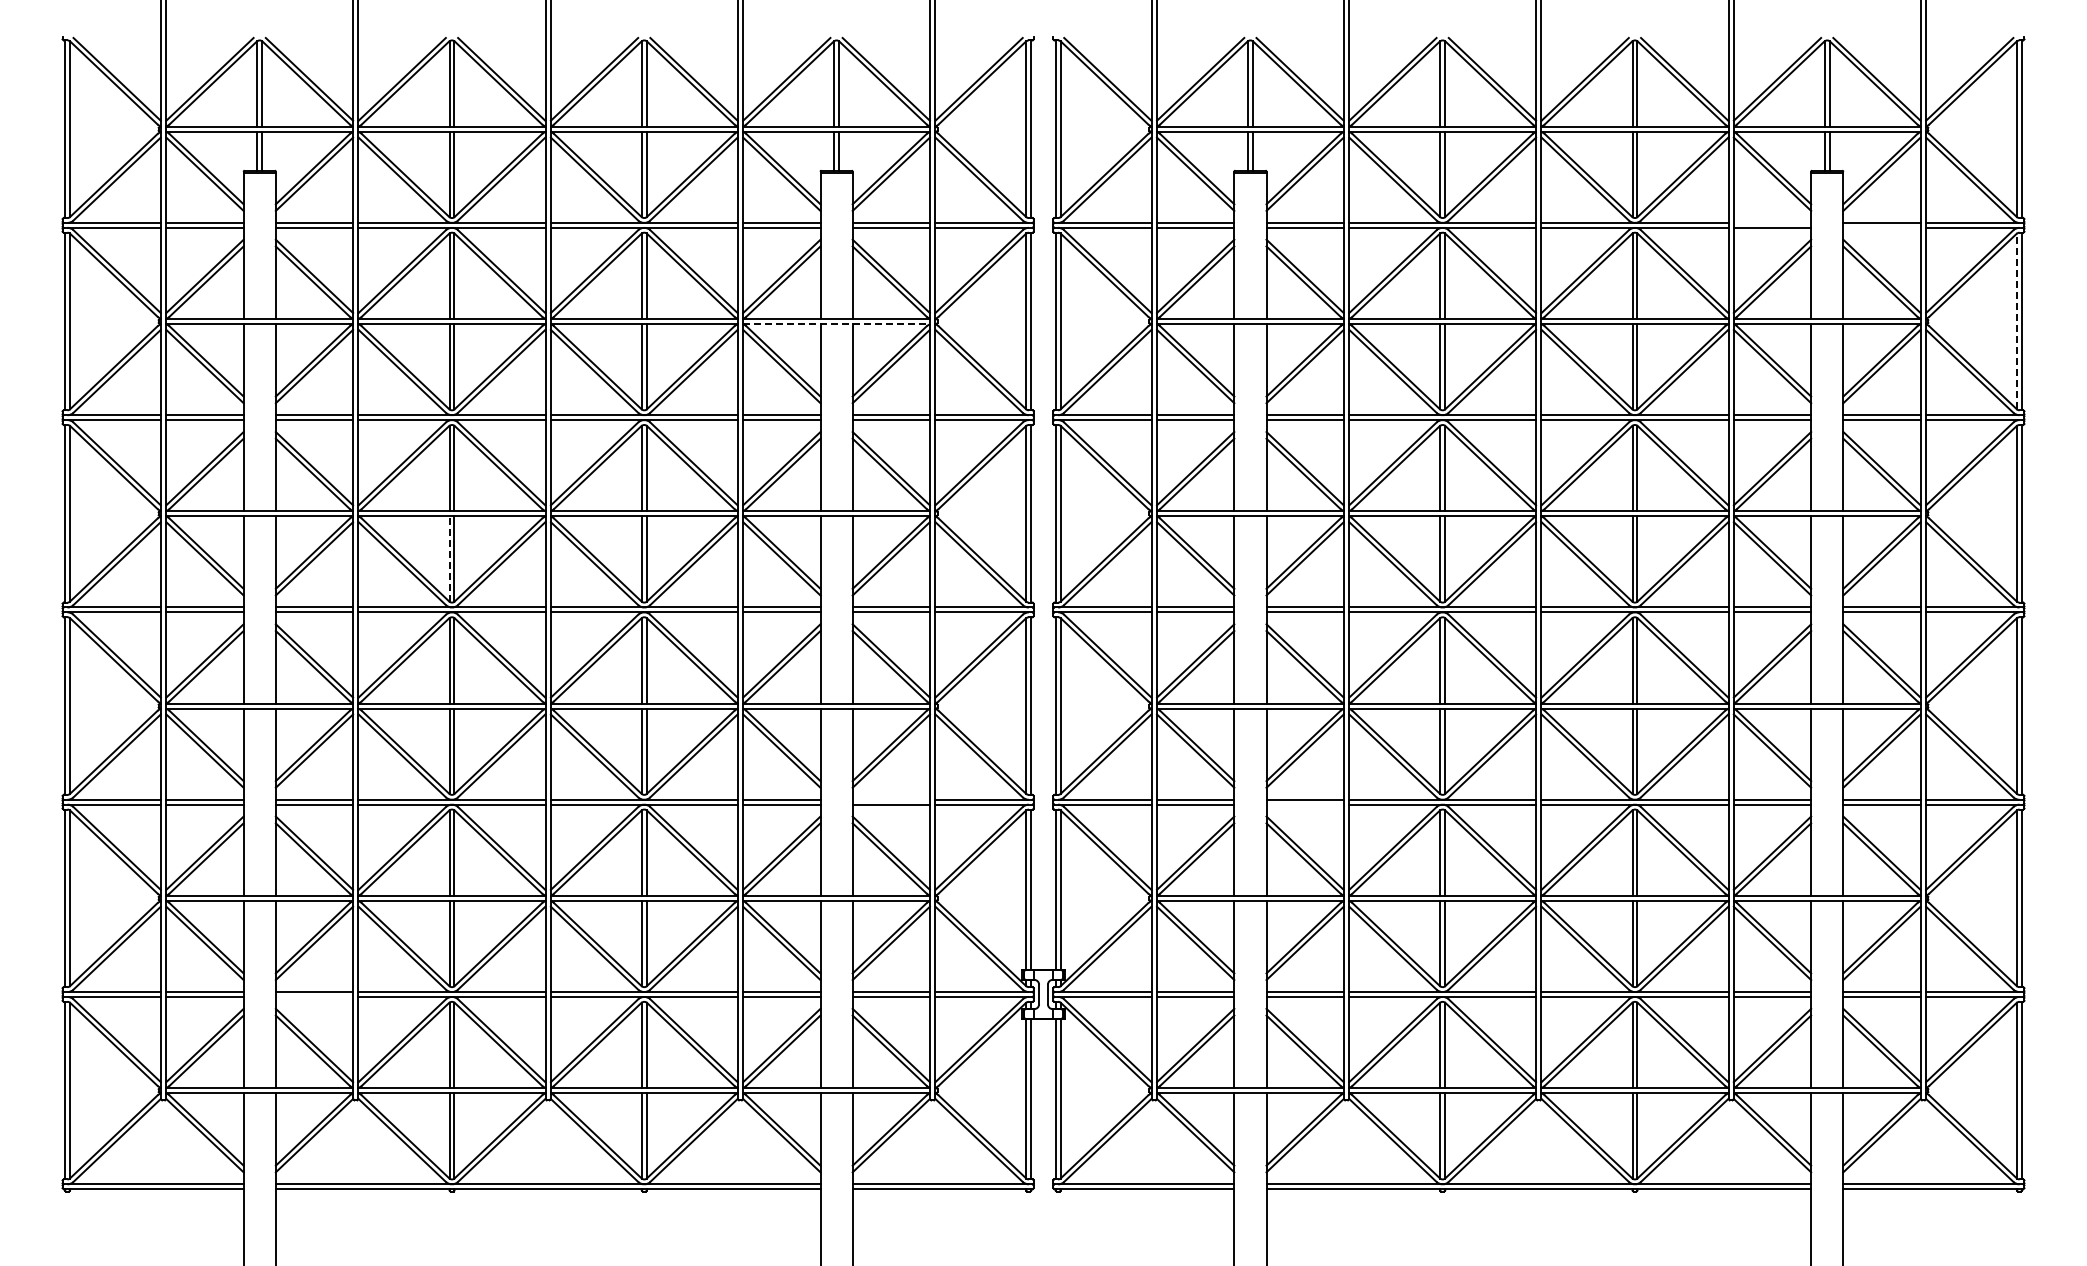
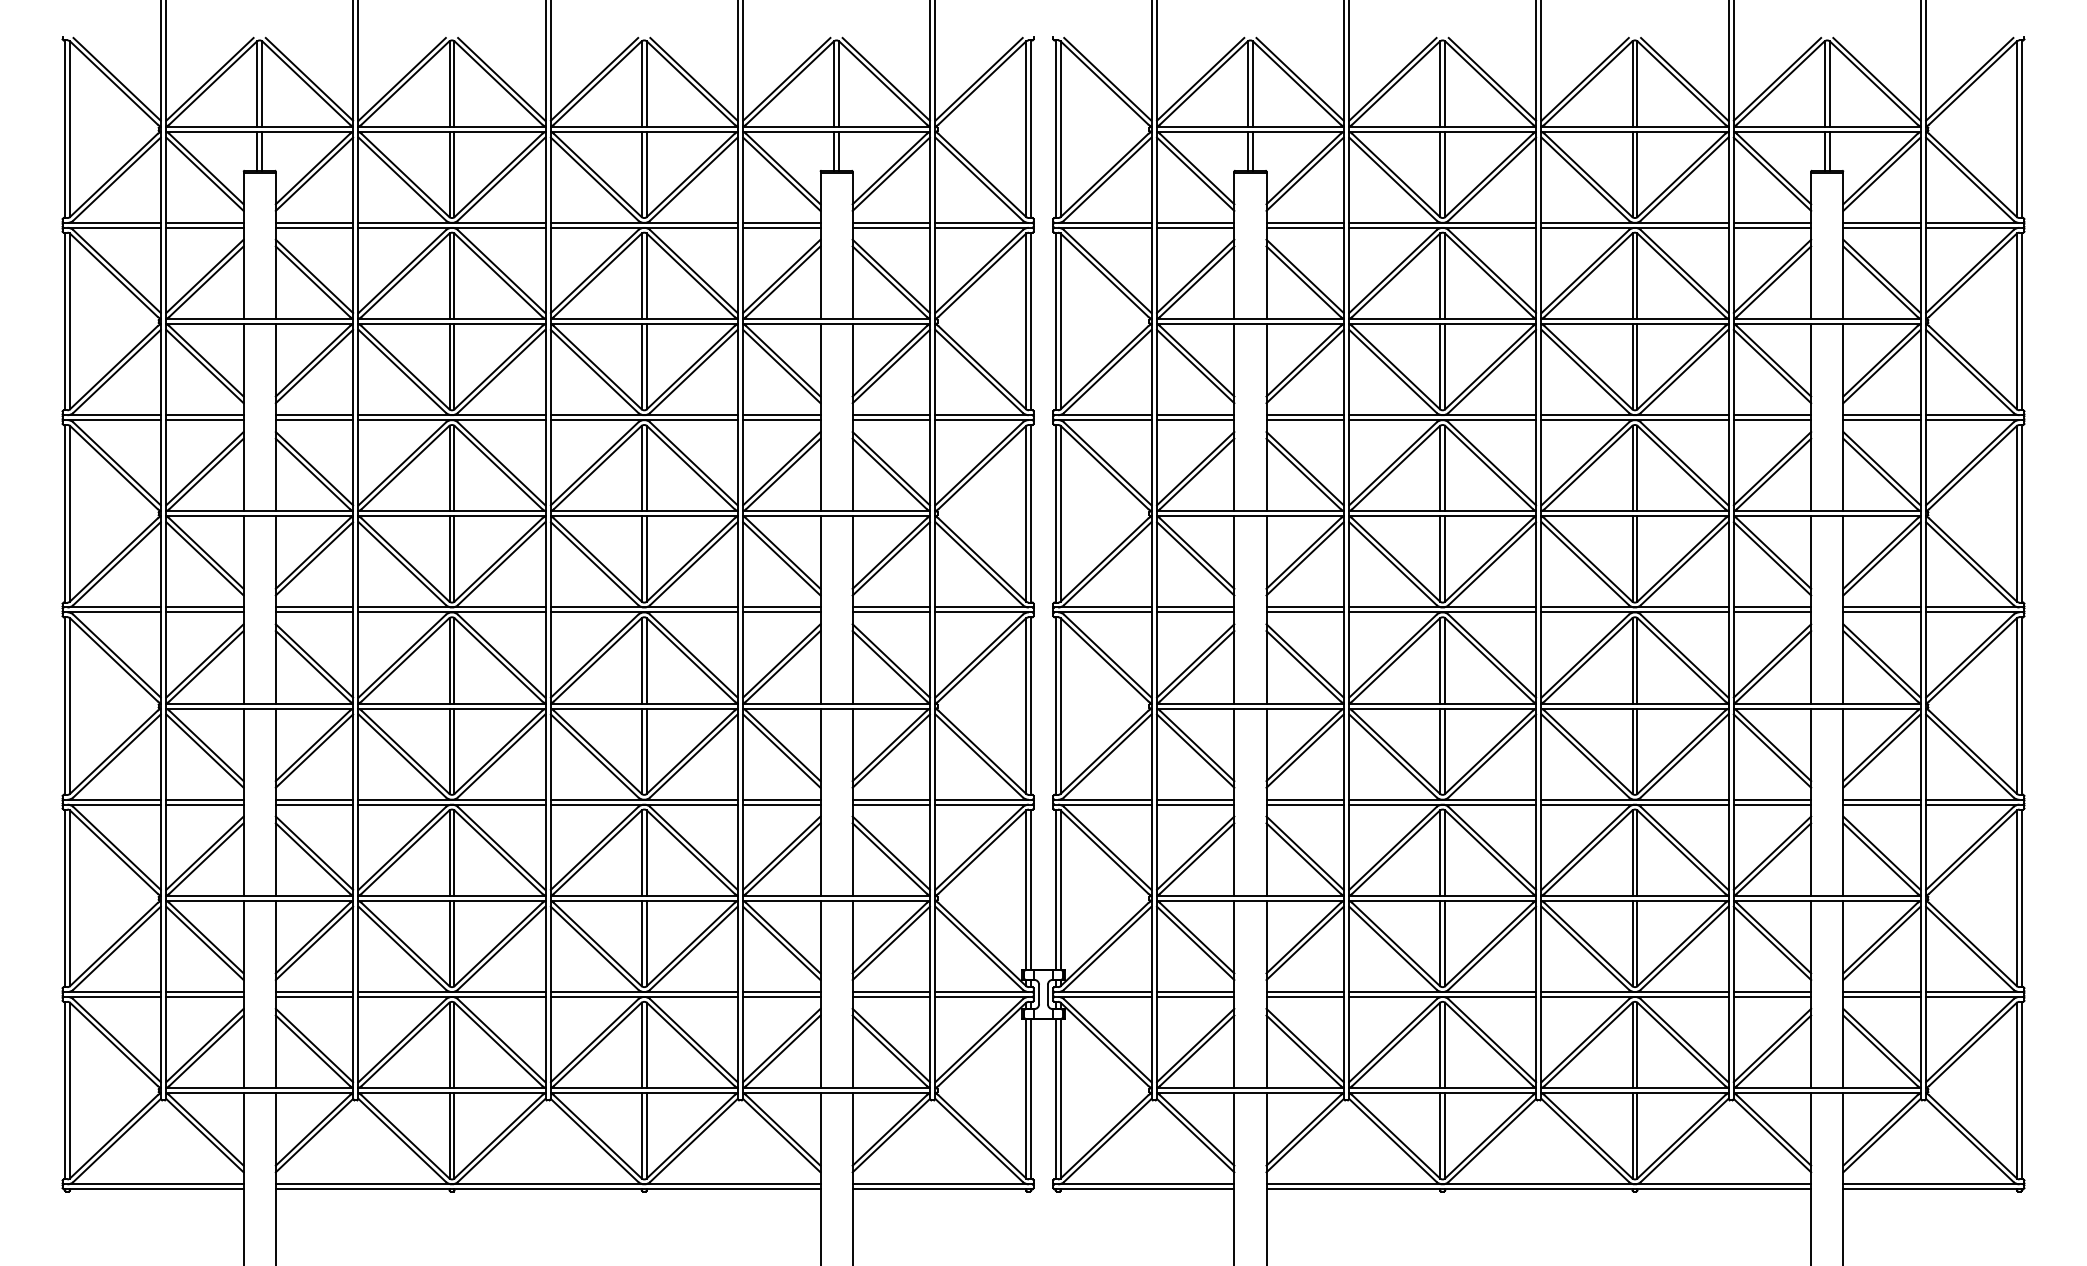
line at (1772, 222): none -> present
line at (1881, 227): none -> present
line at (2017, 321): dashed -> solid
line at (836, 323): dashed -> solid
line at (449, 558): dashed -> solid
line at (891, 799): none -> present
line at (1305, 804): none -> present
line at (314, 996): none -> present
